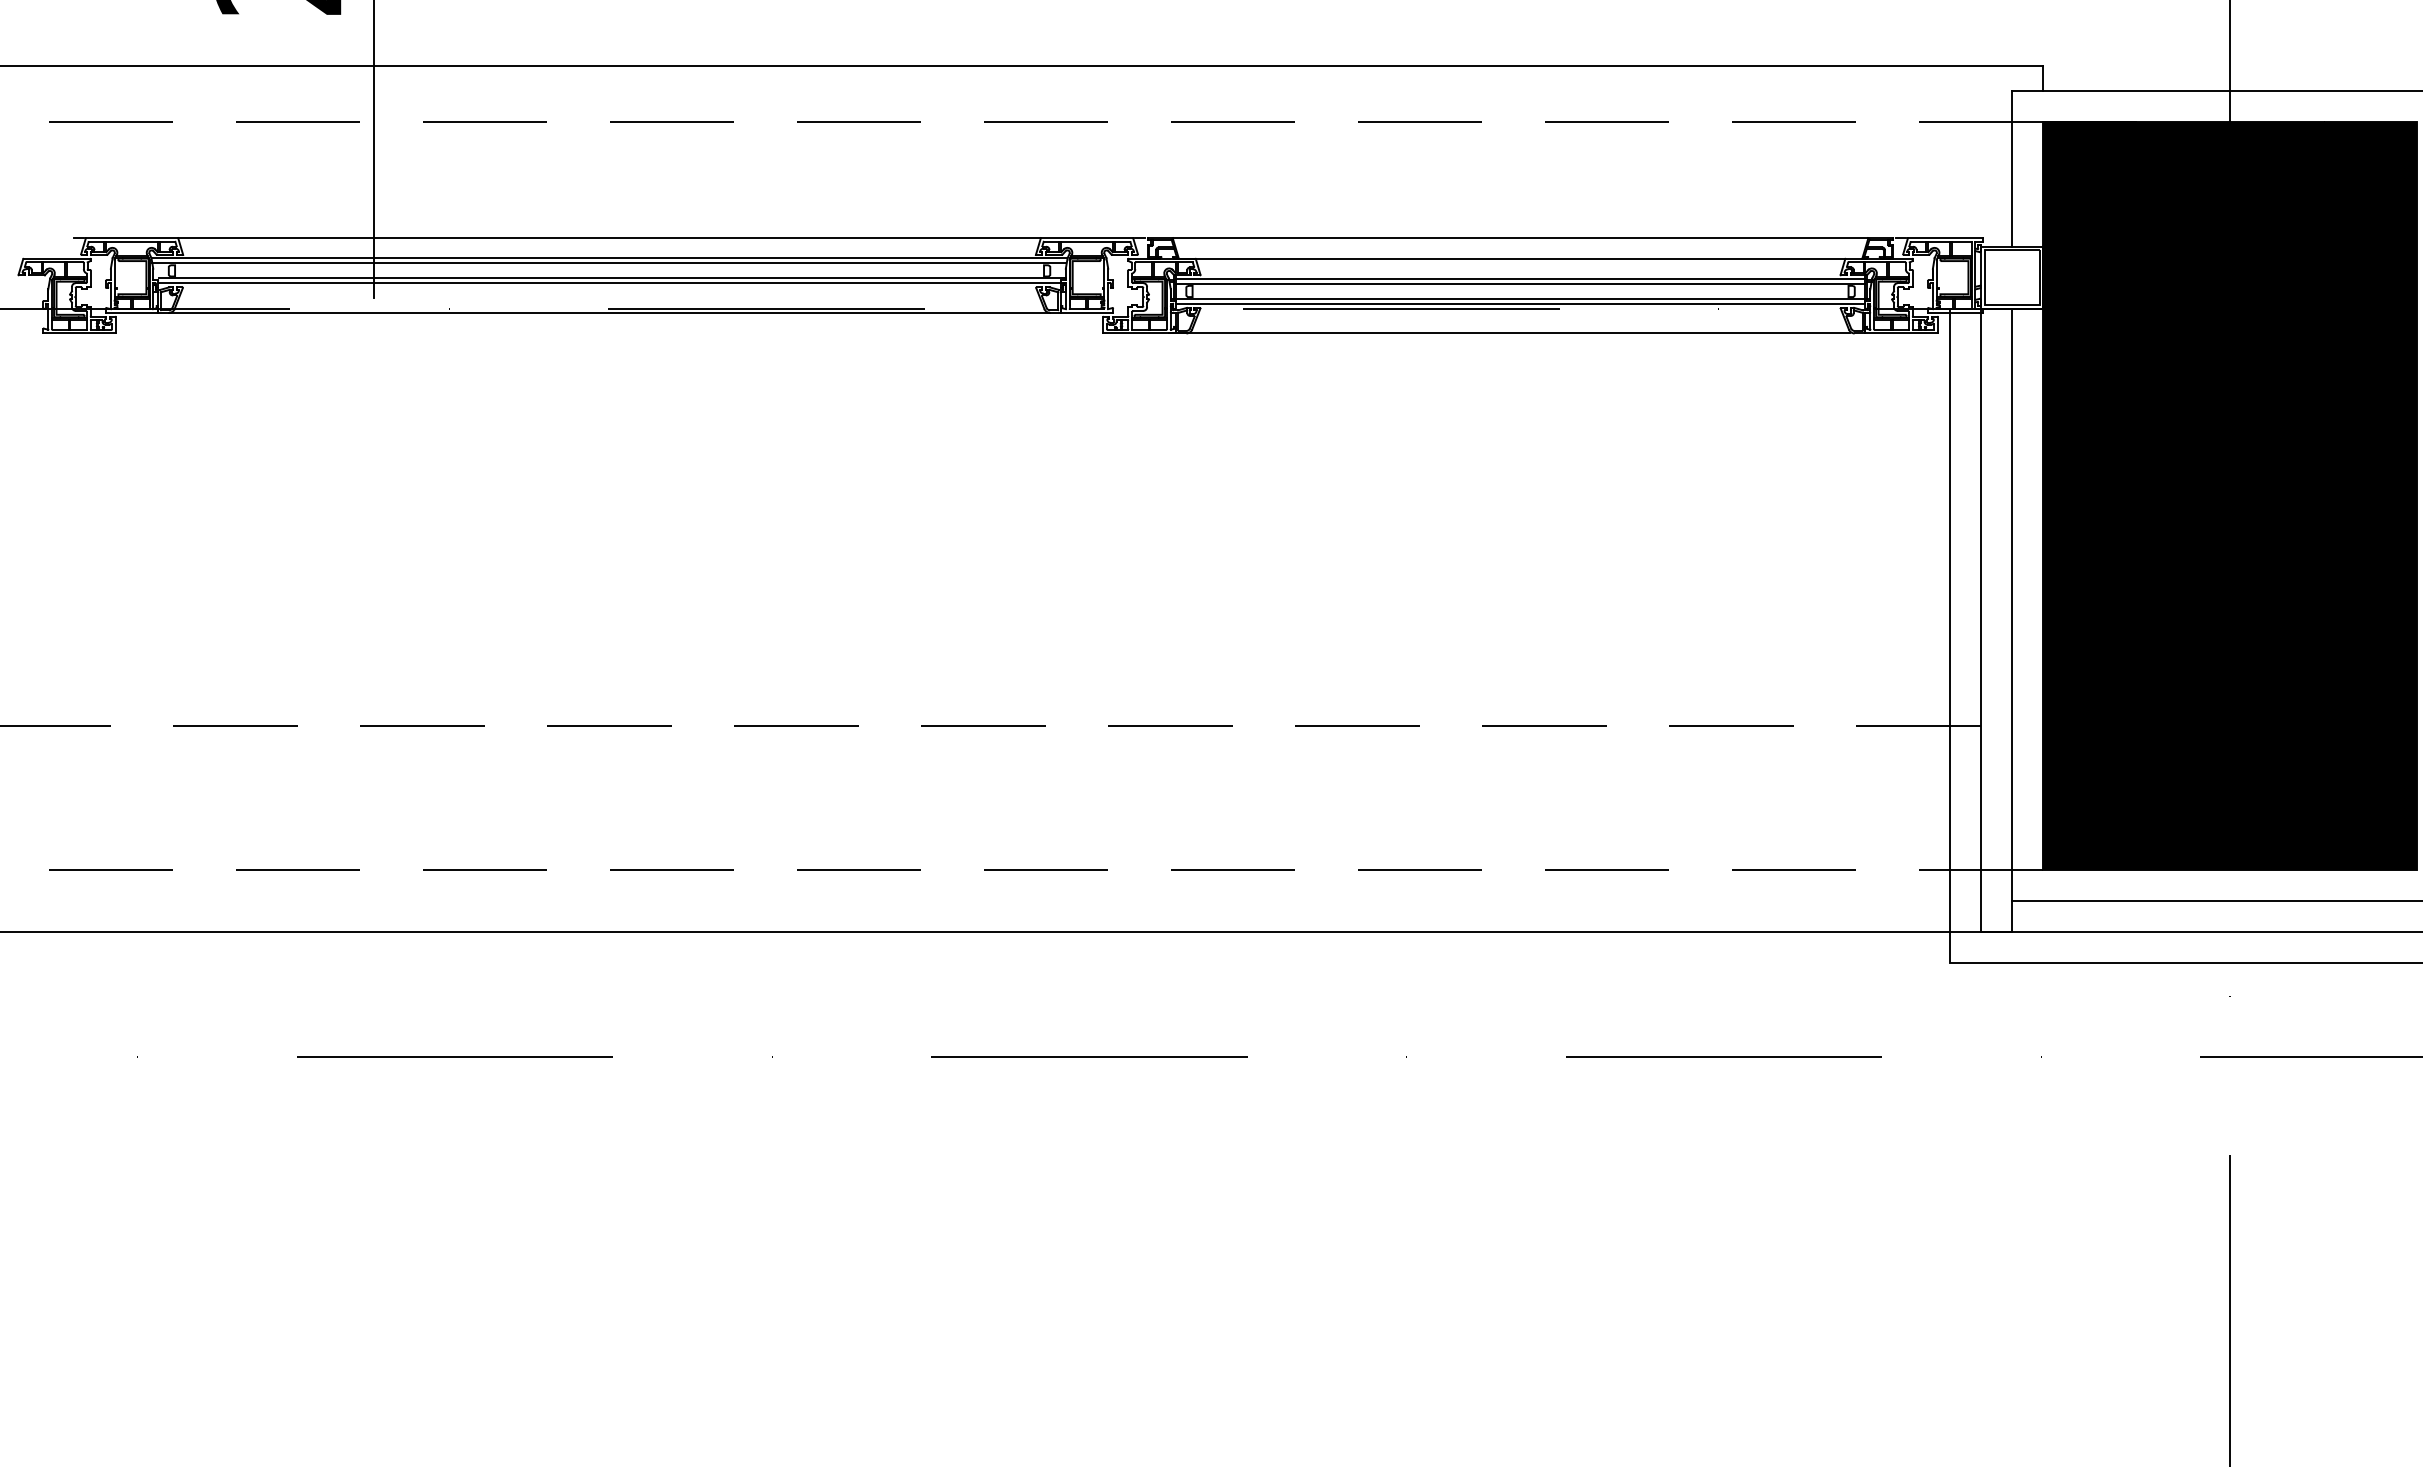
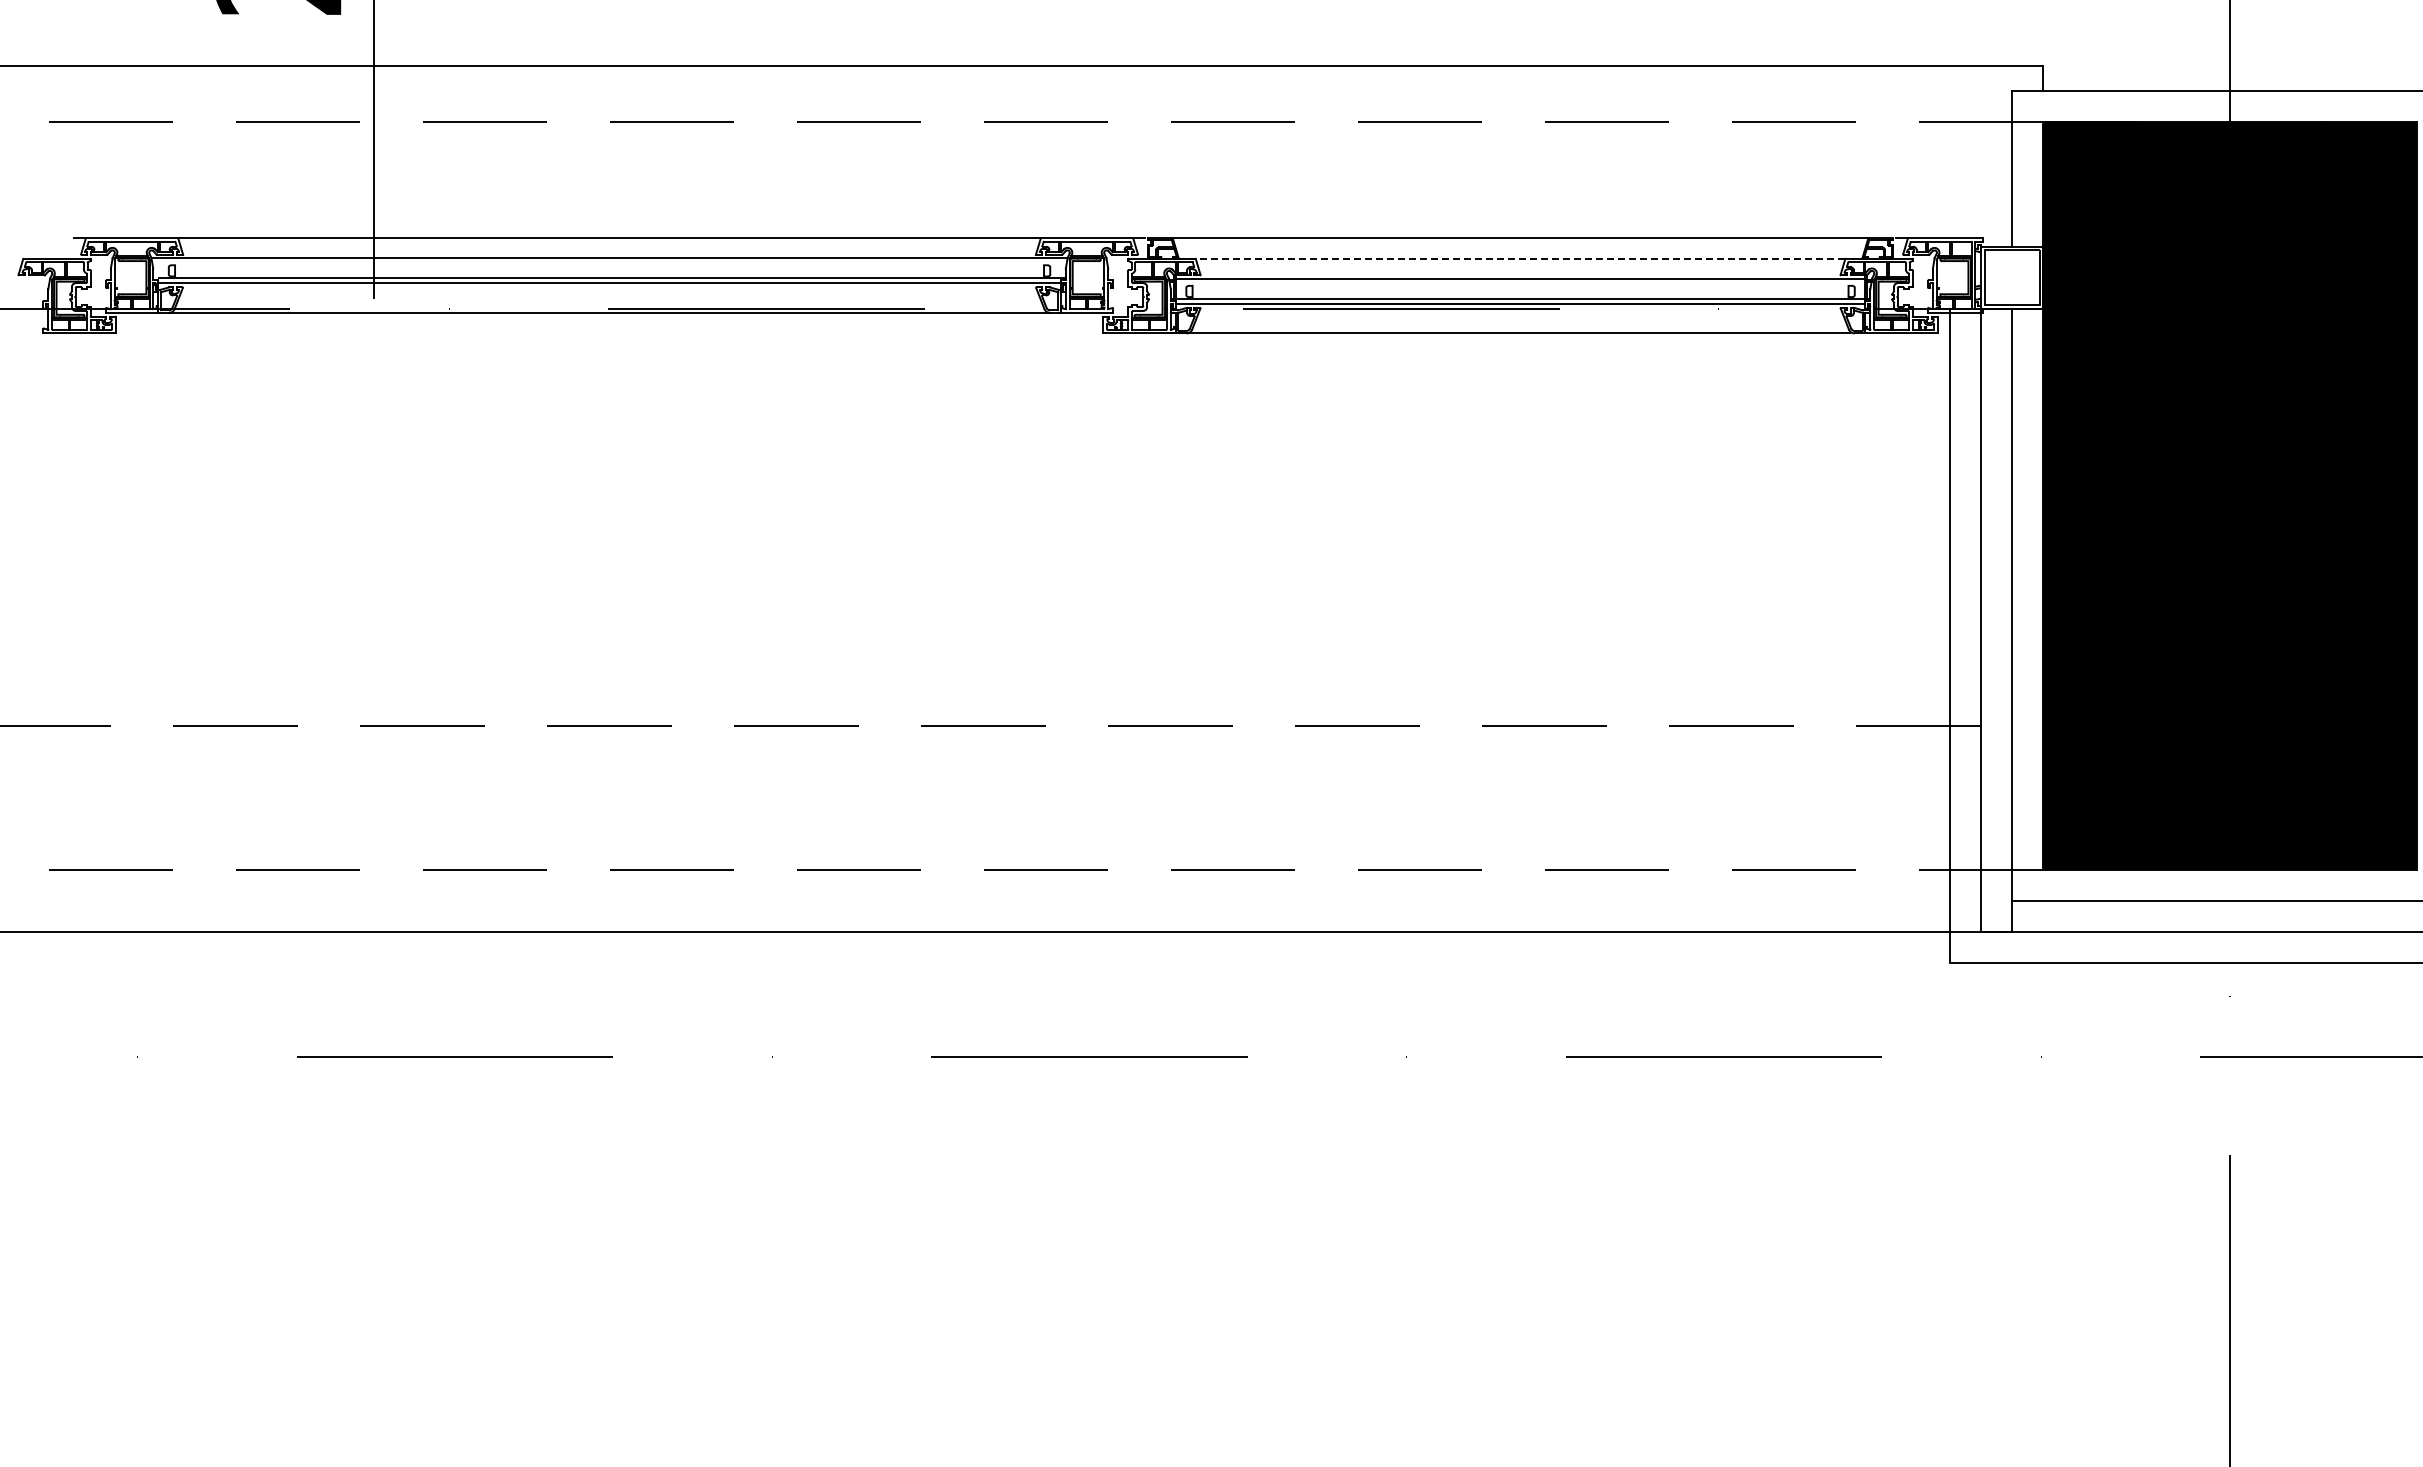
line at (1511, 258): solid -> dashed
line at (608, 263): present -> none
line at (1520, 283): present -> none
